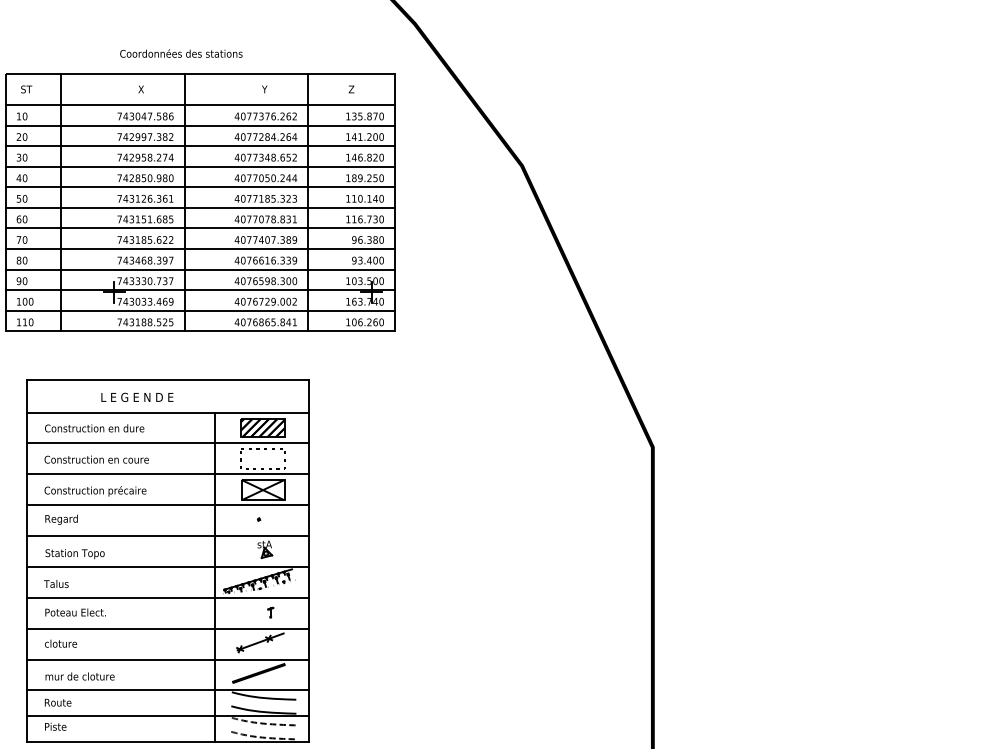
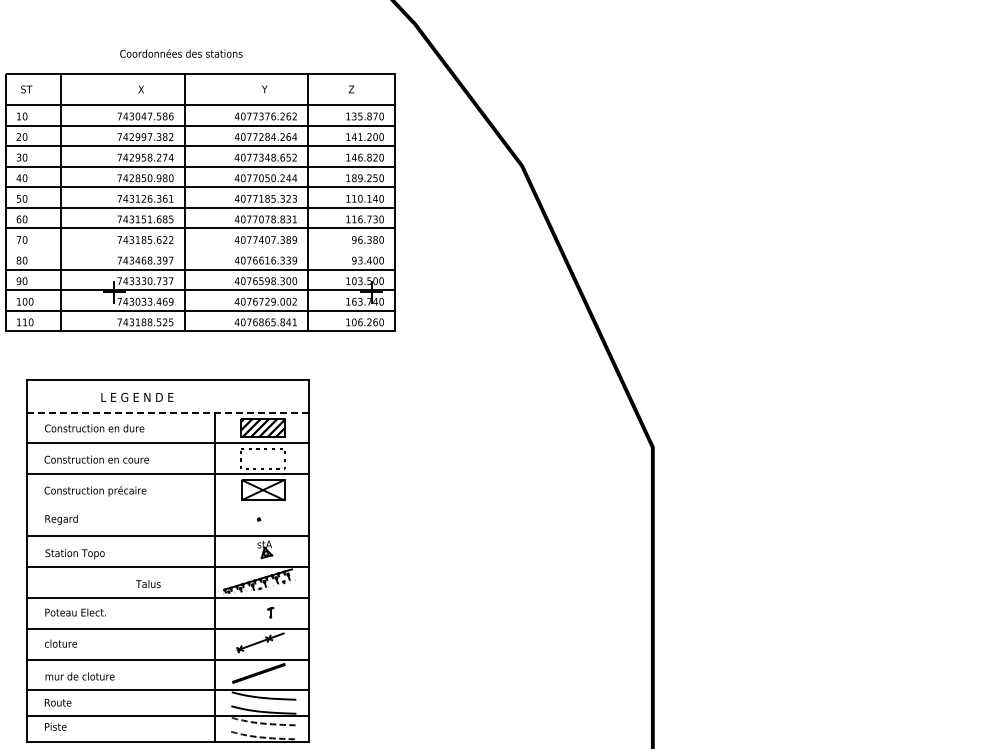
line at (199, 249): present -> none
line at (168, 412): solid -> dashed
line at (167, 505): present -> none
text at (56, 583) position: (56, 583) -> (148, 583)
